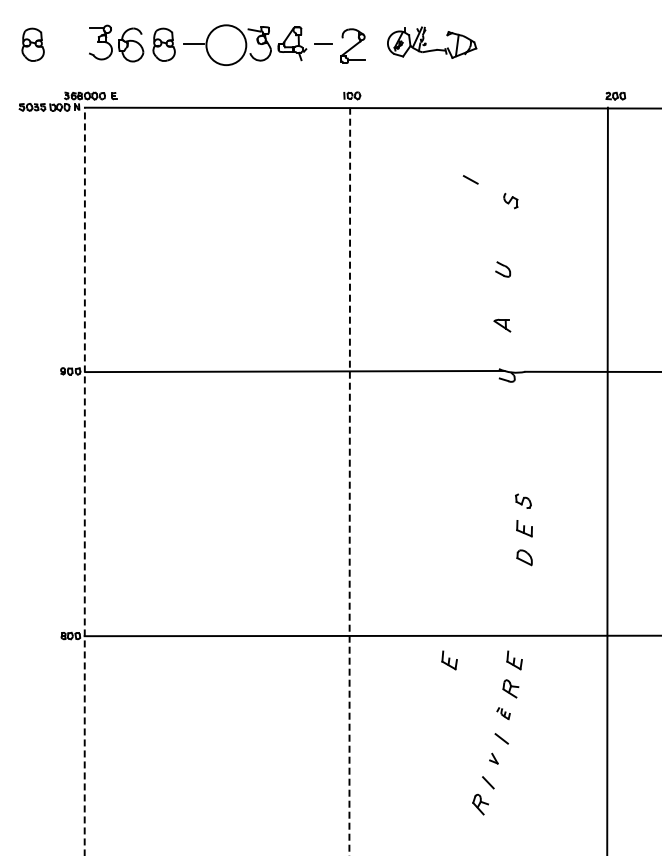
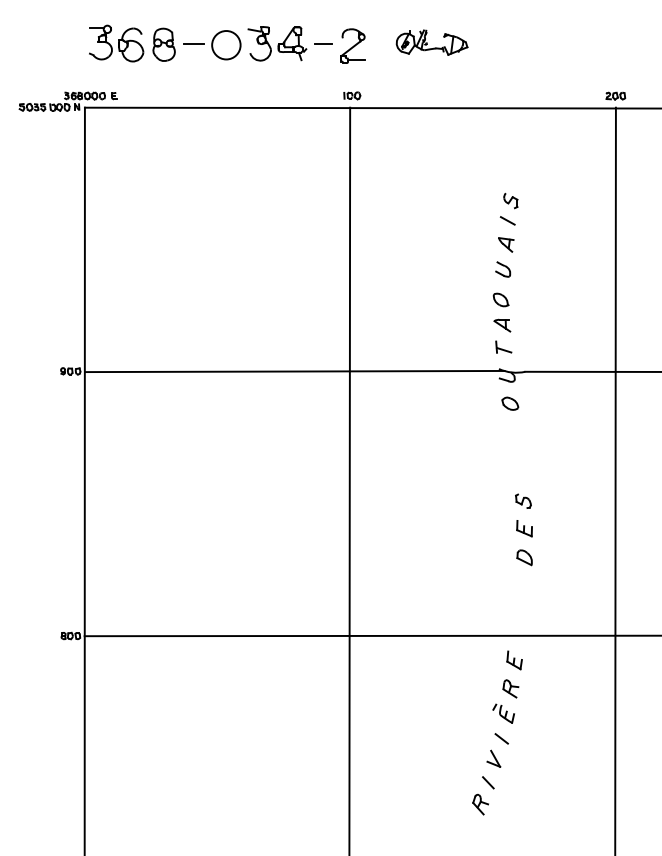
part at (432, 42) size: 91x33 px -> 74x27 px
part at (32, 44): present -> none
circle at (226, 45) diameter: 40 px -> 28 px
line at (470, 179) position: (470, 179) -> (507, 220)
part at (506, 244): none -> present
part at (500, 299): none -> present
part at (503, 346): none -> present
part at (510, 403): none -> present
line at (607, 479) position: (607, 479) -> (615, 479)
line at (84, 481): dashed -> solid
line at (349, 481): dashed -> solid
part at (449, 660): present -> none
part at (503, 713) size: 15x13 px -> 23x21 px
part at (493, 758) size: 10x13 px -> 16x19 px
